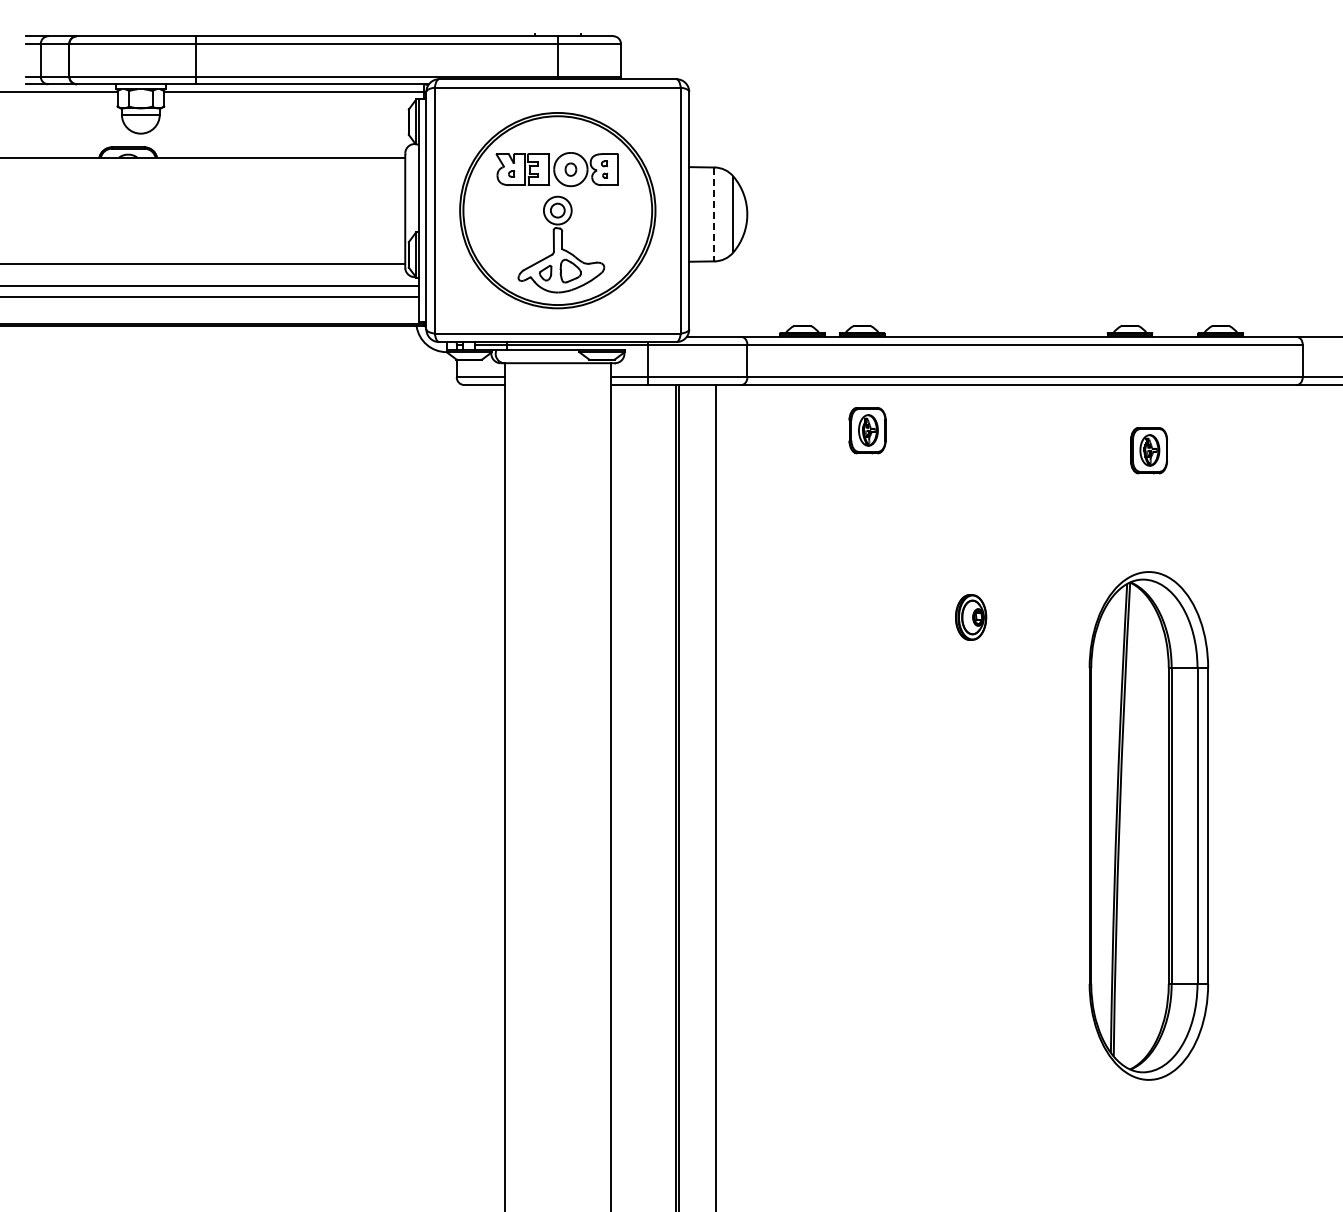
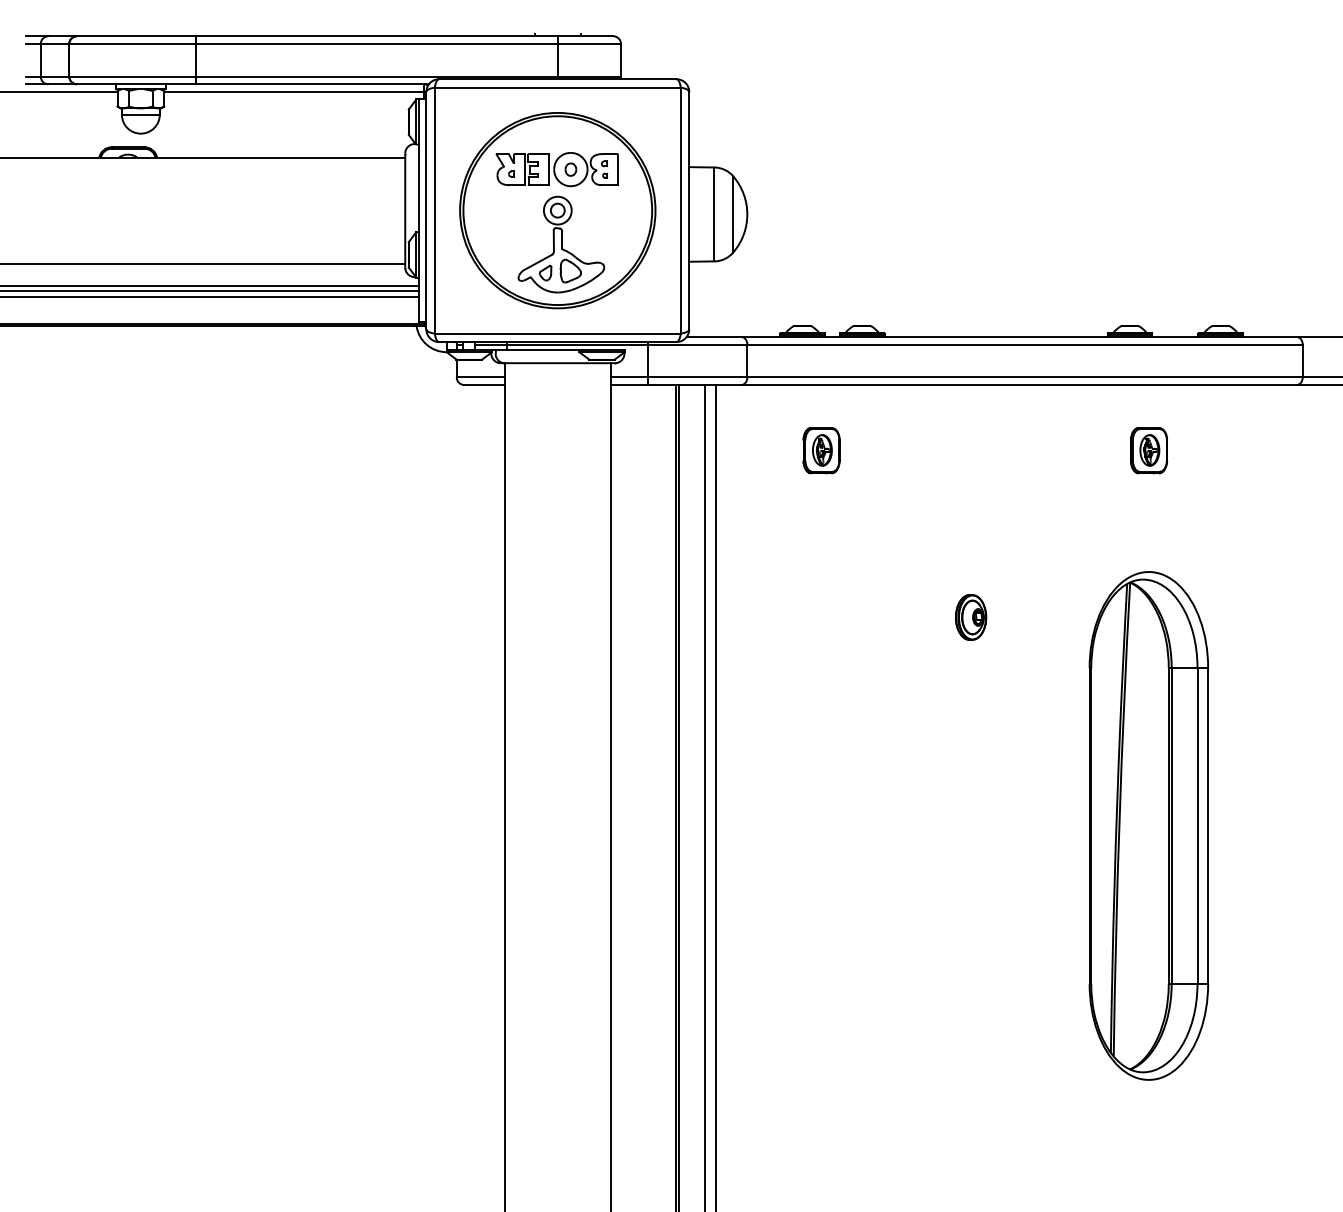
line at (714, 214): dashed -> solid
line at (210, 291): none -> present
part at (867, 430) position: (867, 430) -> (821, 450)
line at (705, 796): none -> present
